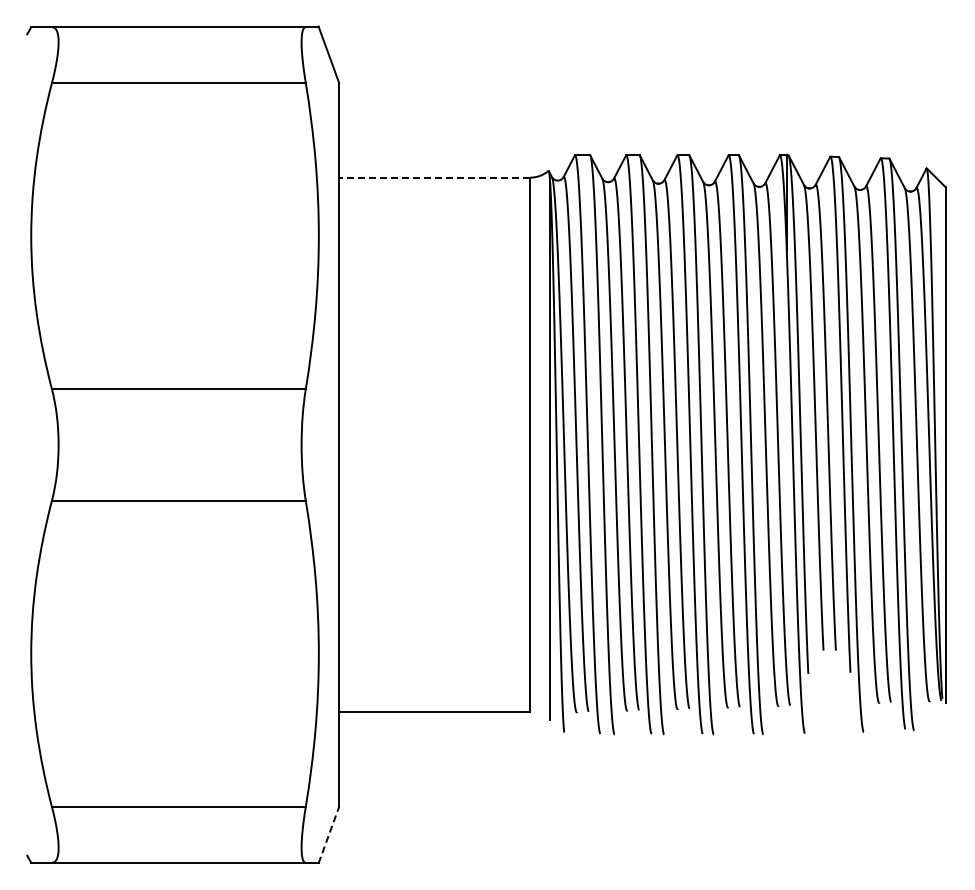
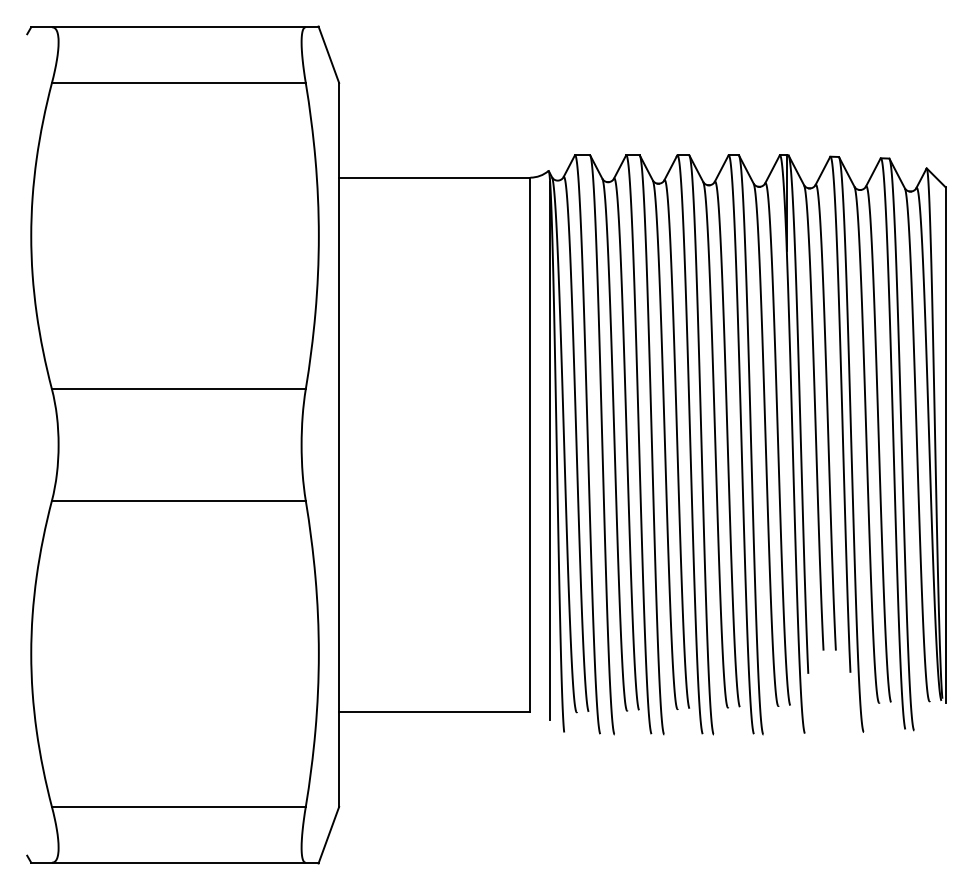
line at (434, 177): dashed -> solid
line at (329, 834): dashed -> solid
